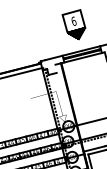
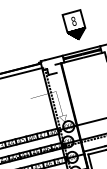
text at (73, 20): 6 -> 8
